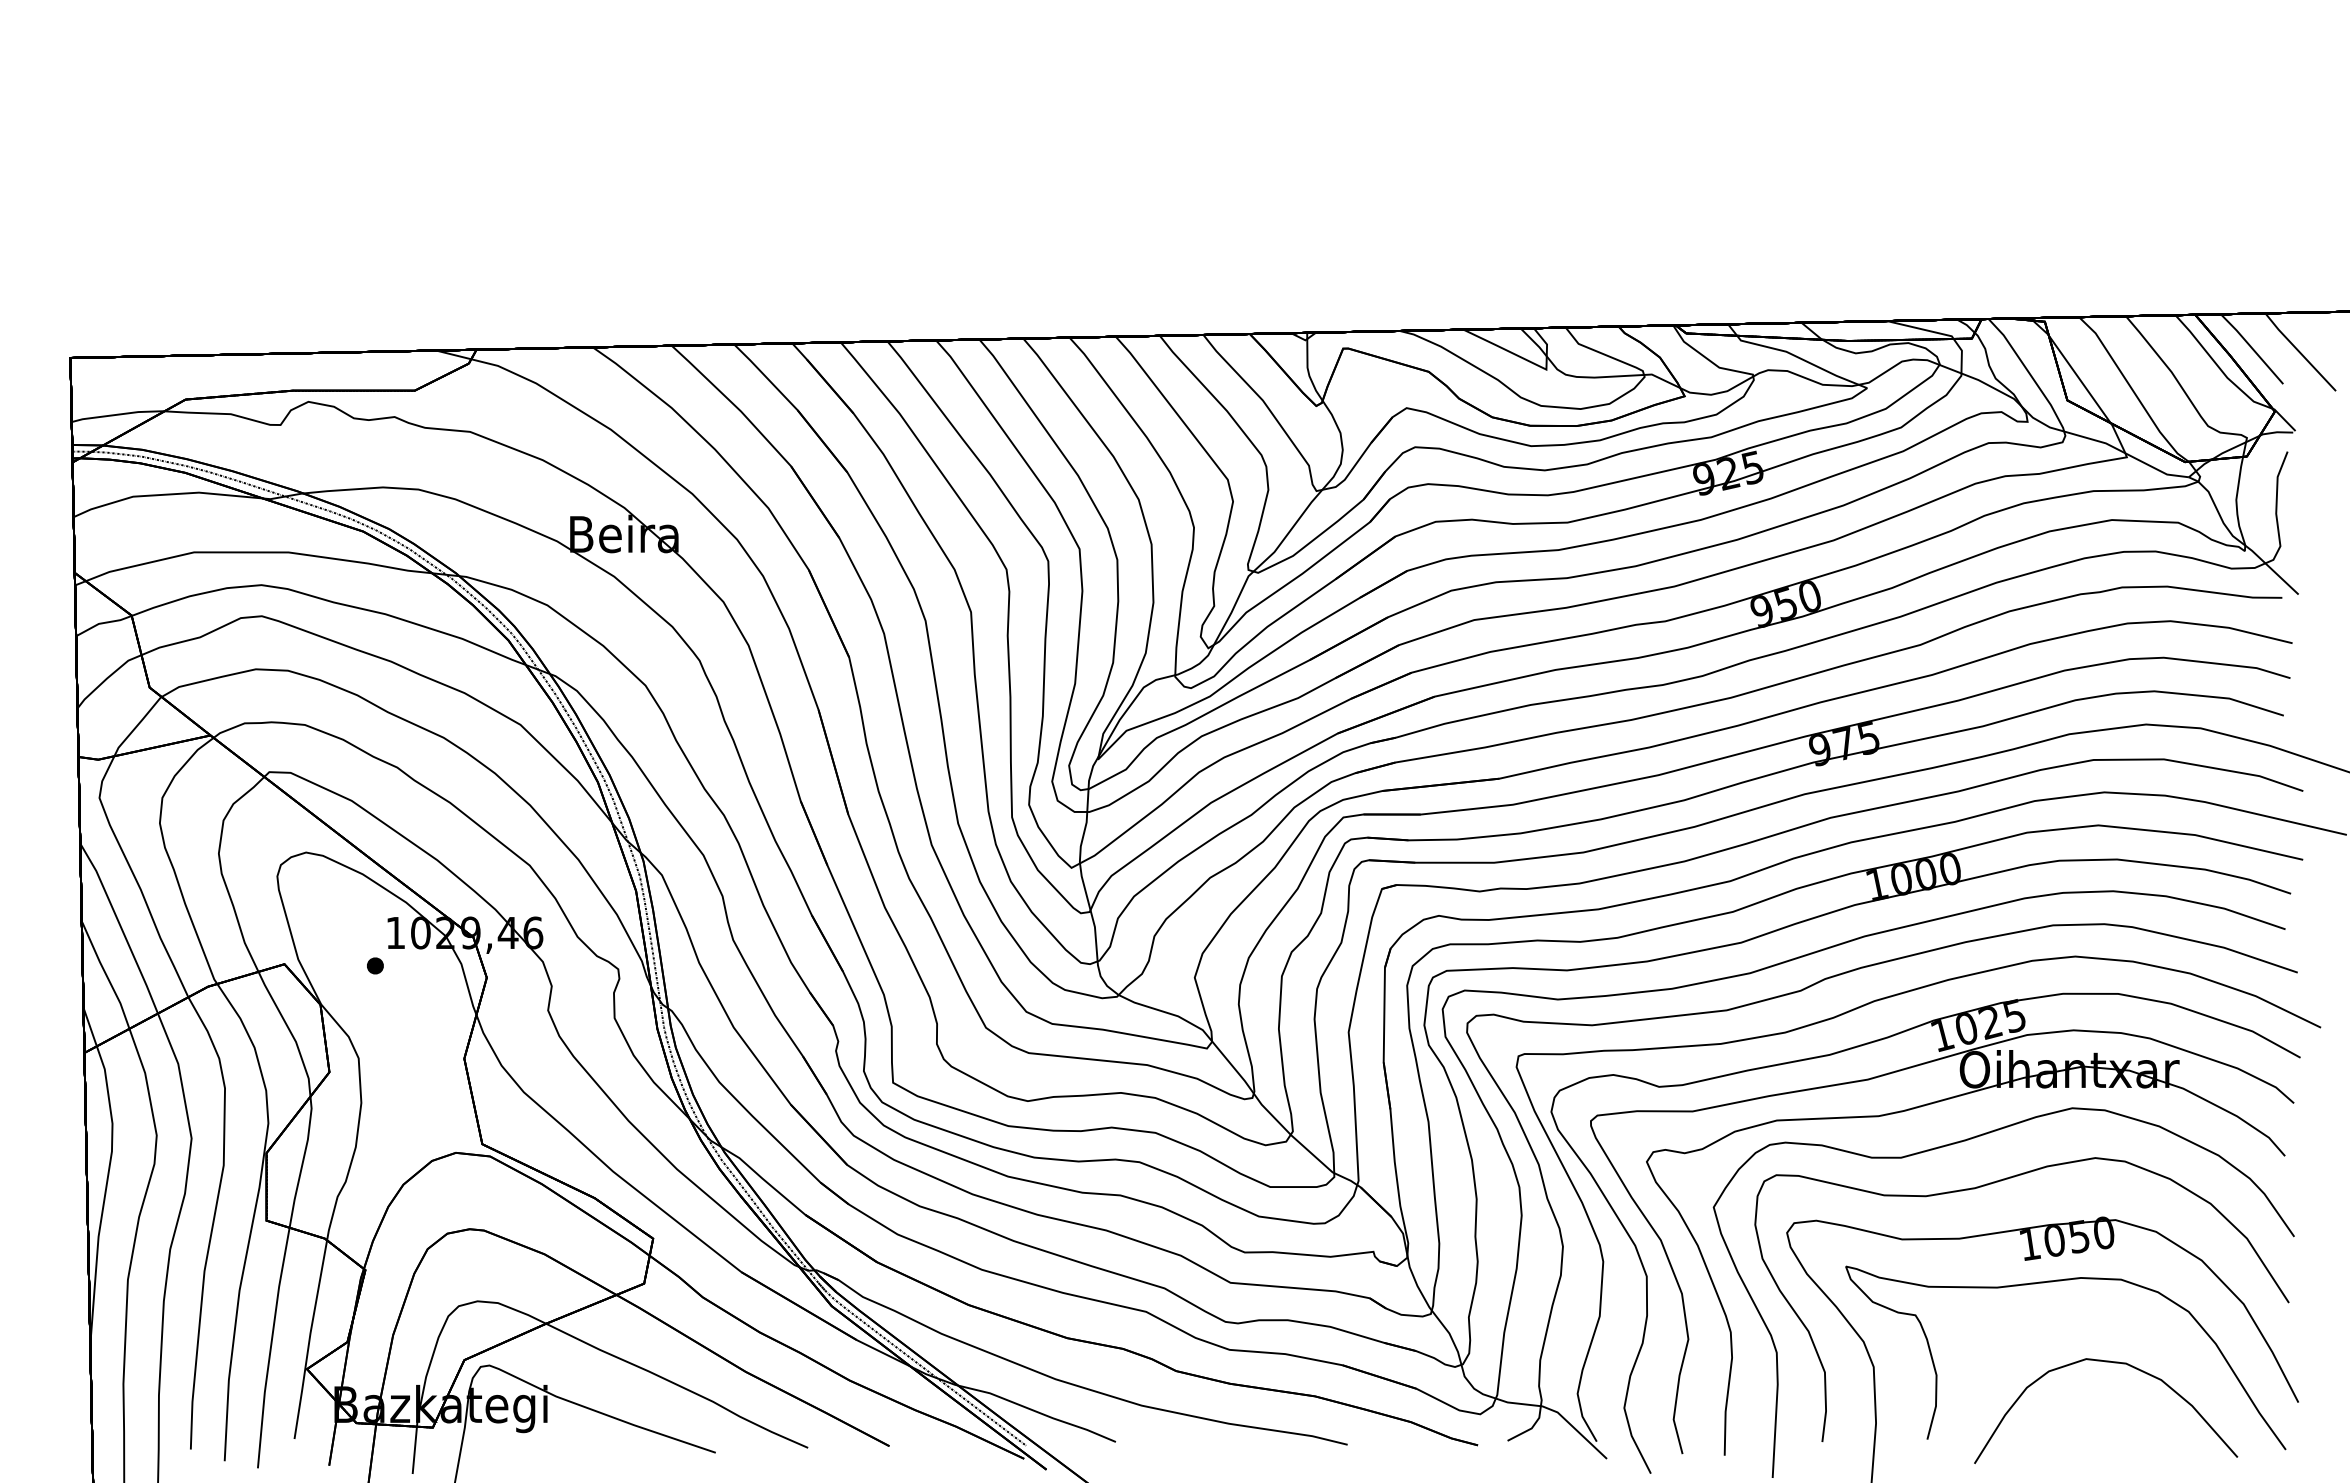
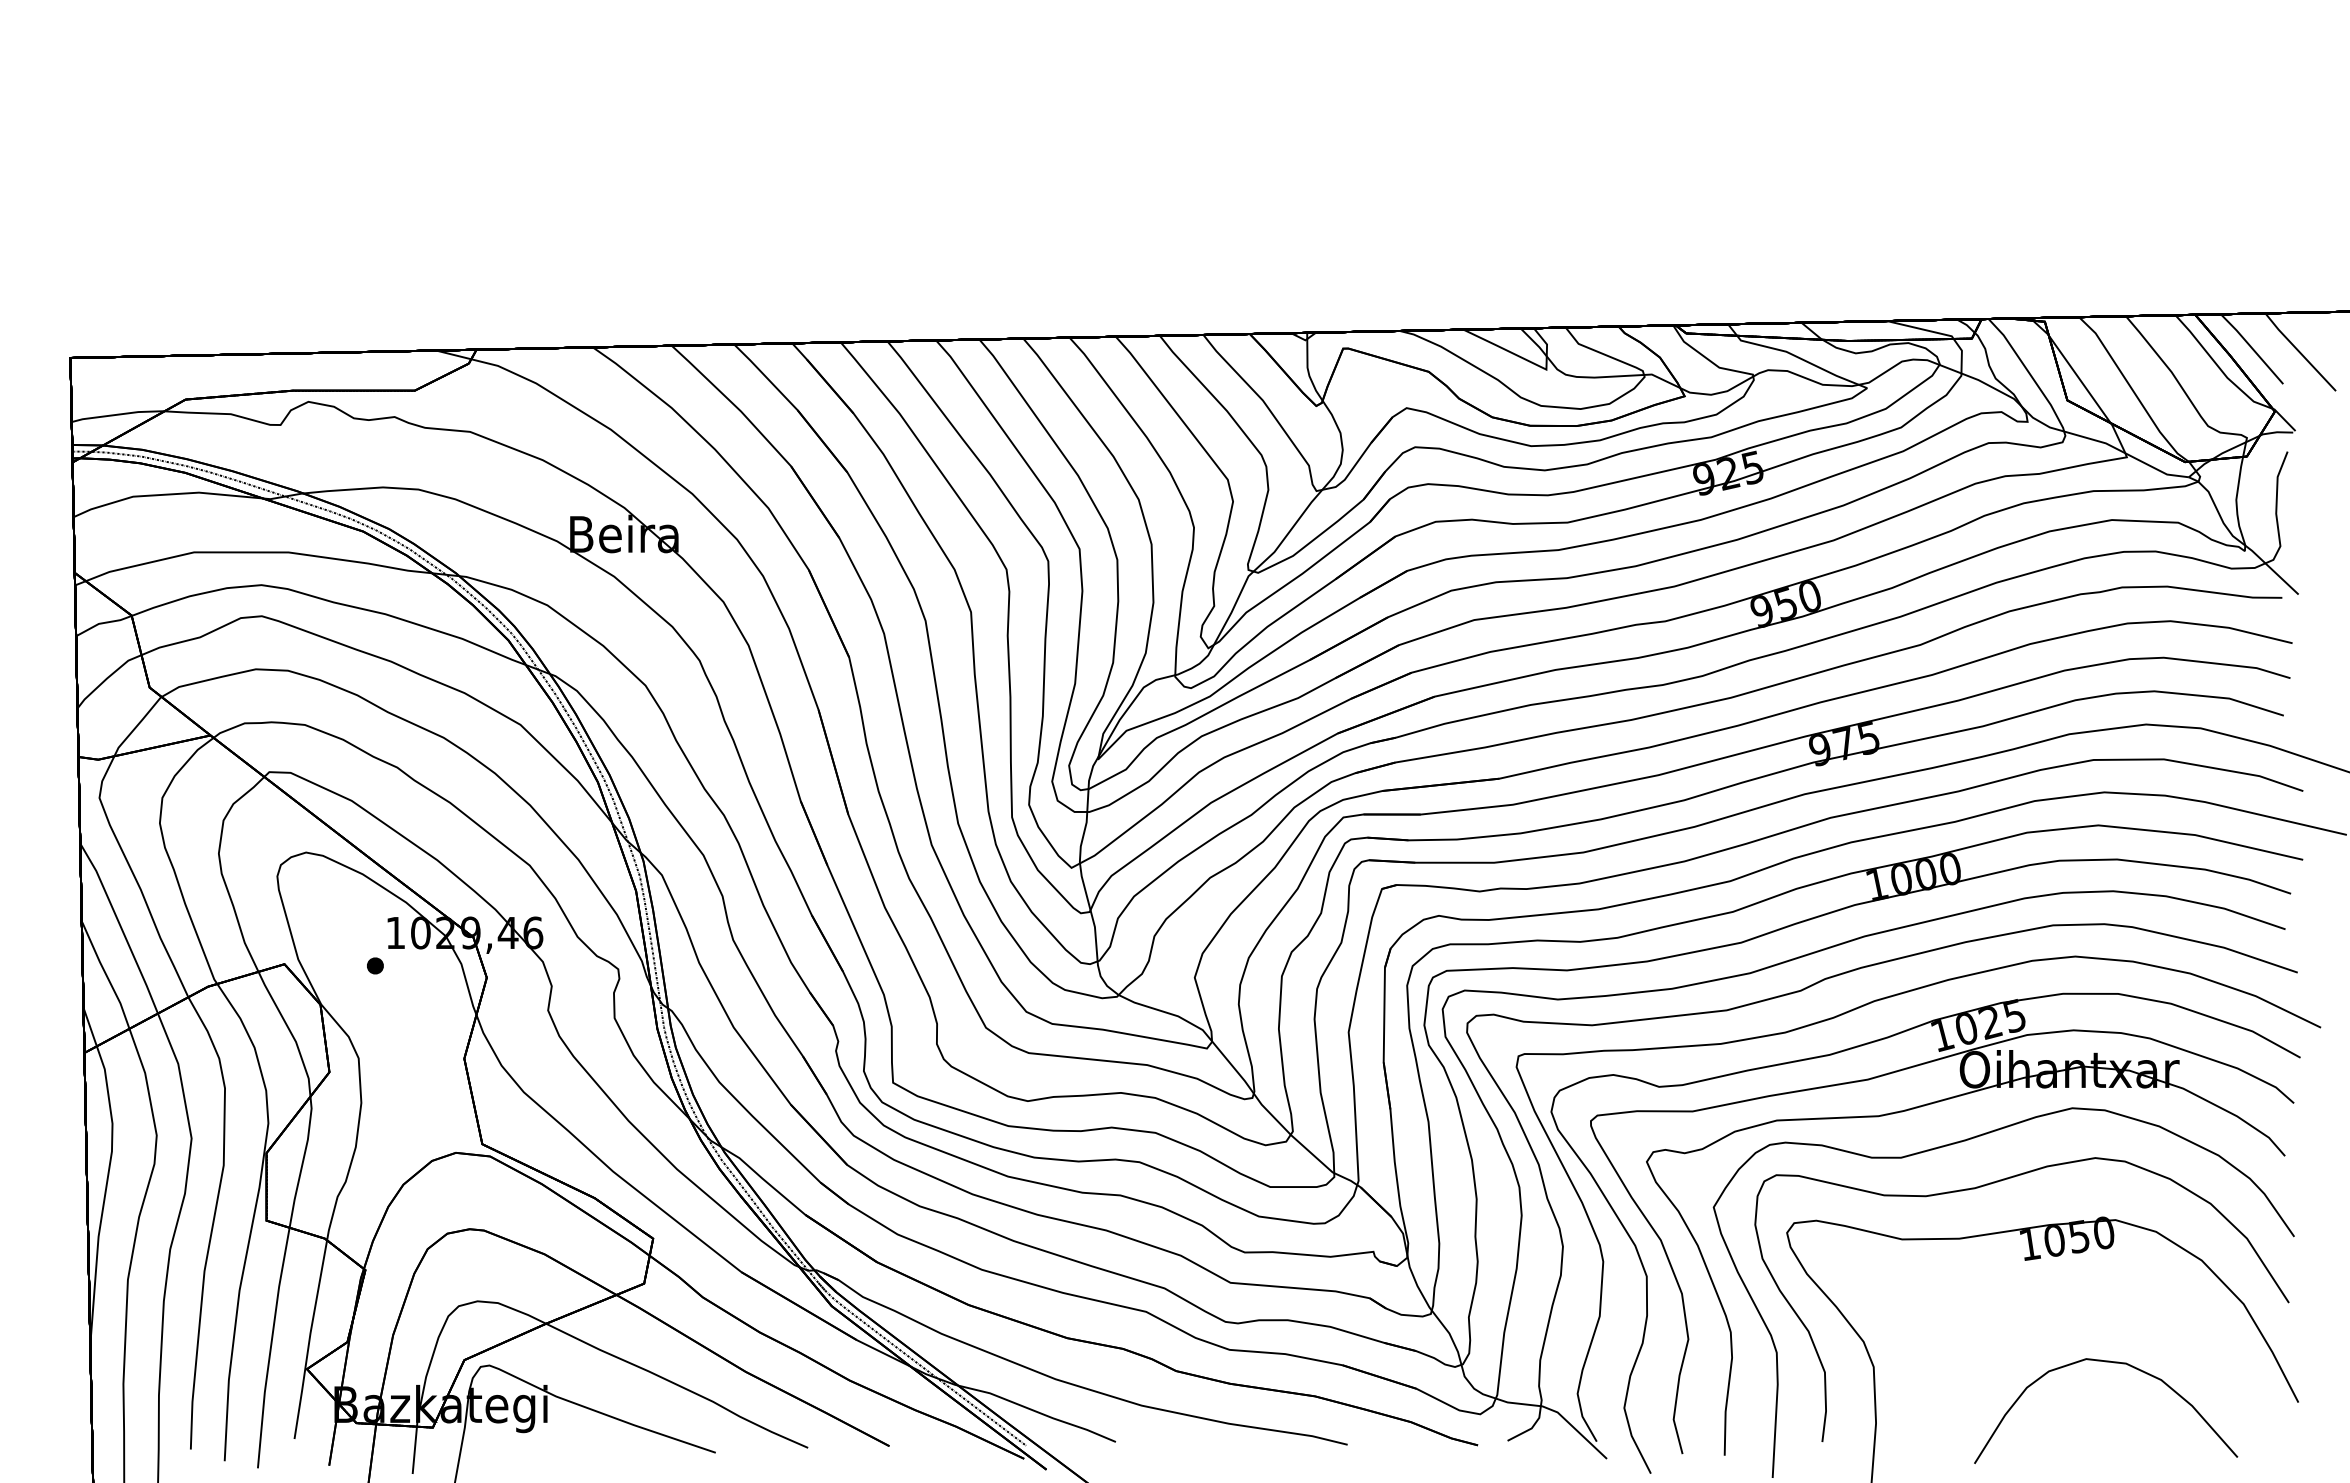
curve at (2061, 1281): present -> none
